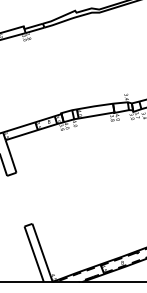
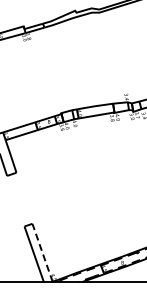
line at (42, 252): solid -> dashed
